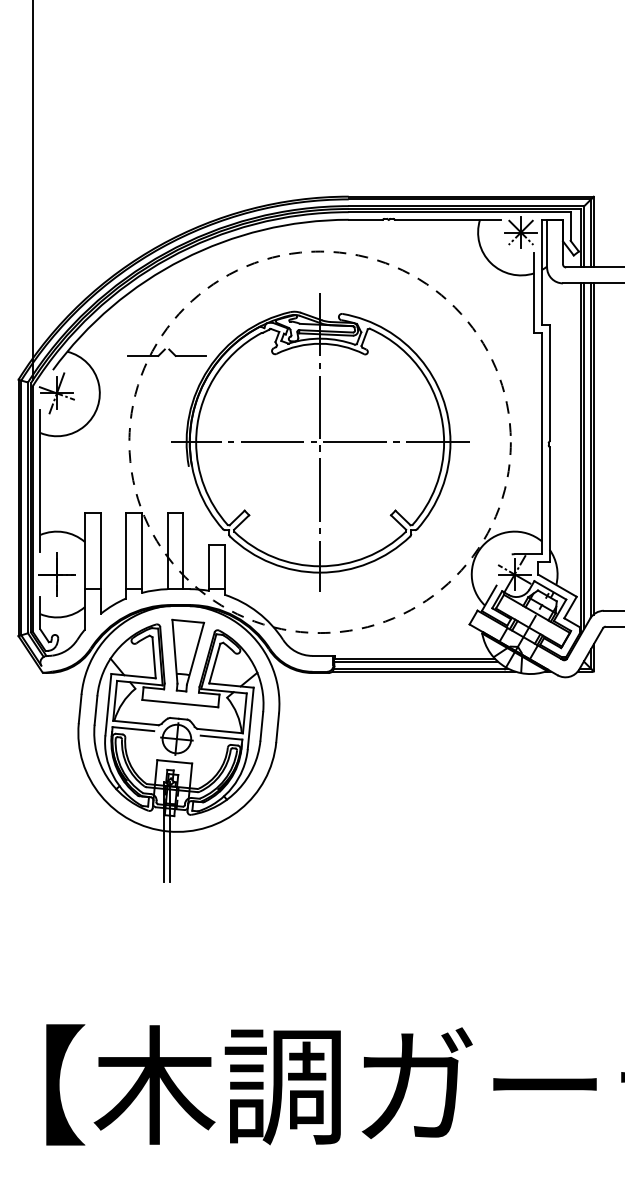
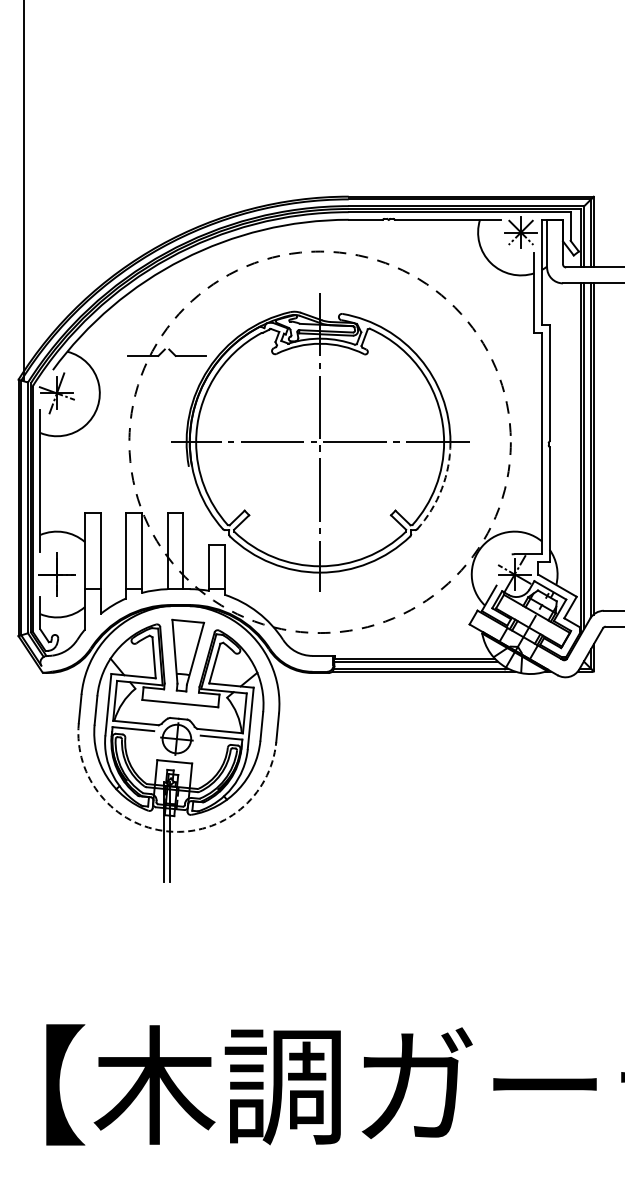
line at (32, 191) position: (32, 191) -> (23, 191)
arc at (441, 488): solid -> dashed
arc at (168, 831): solid -> dashed
